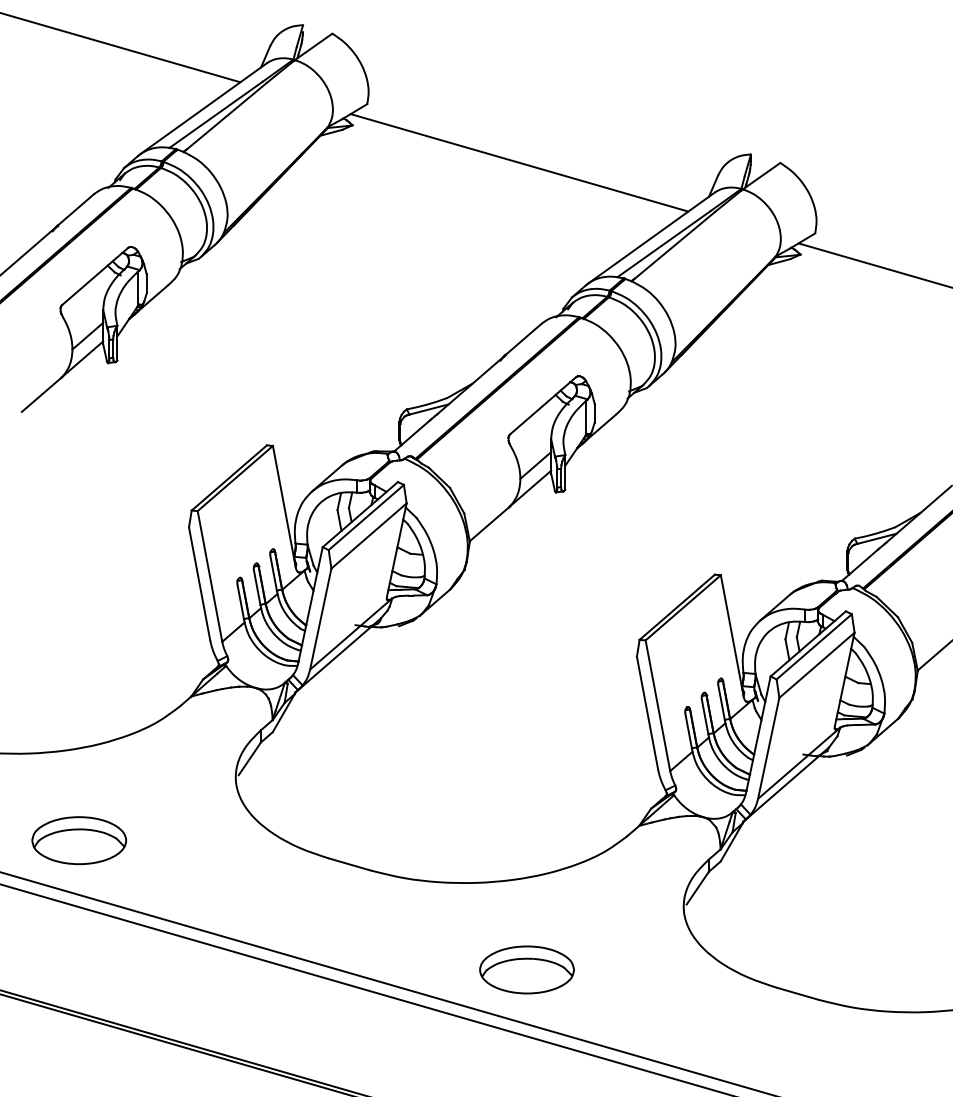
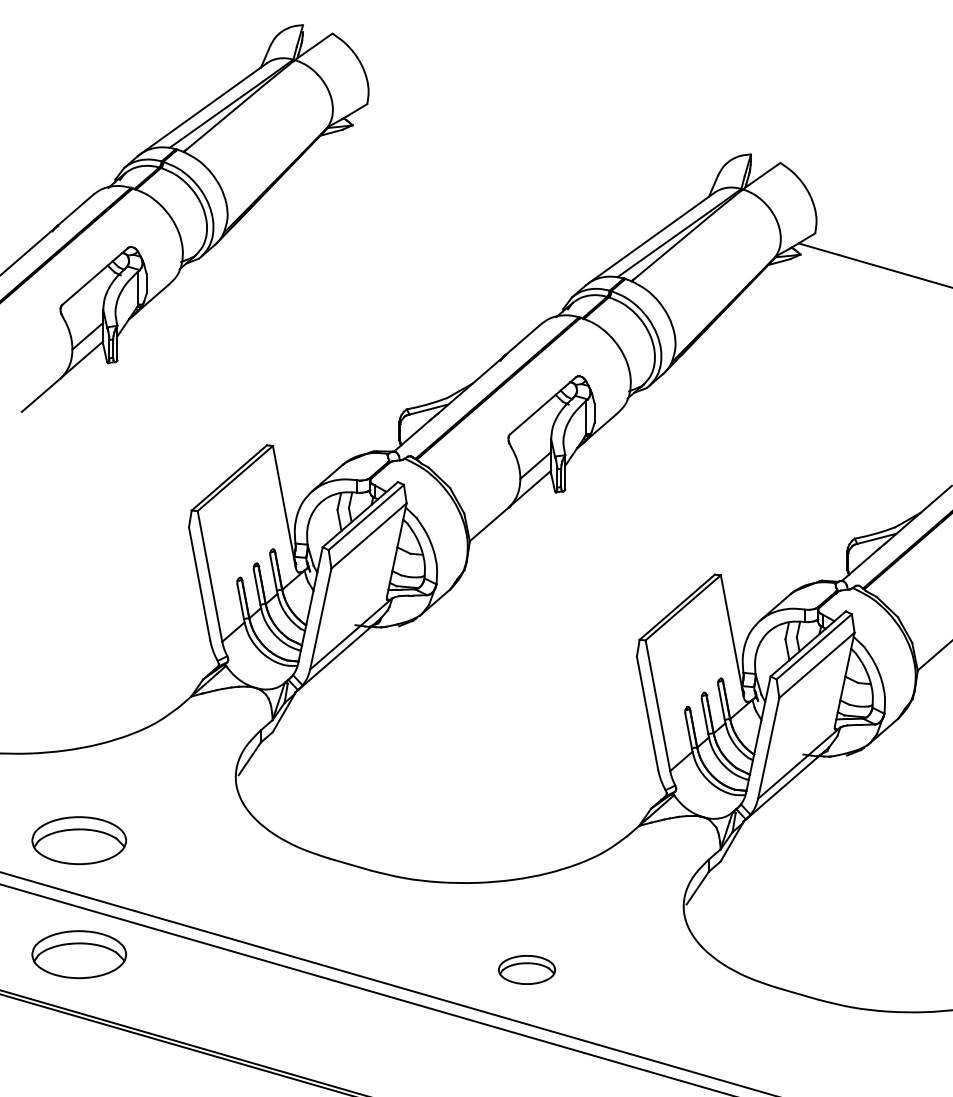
line at (121, 47): present -> none
line at (519, 162): present -> none
part at (79, 954): none -> present
part at (526, 969) size: 96x50 px -> 59x30 px
